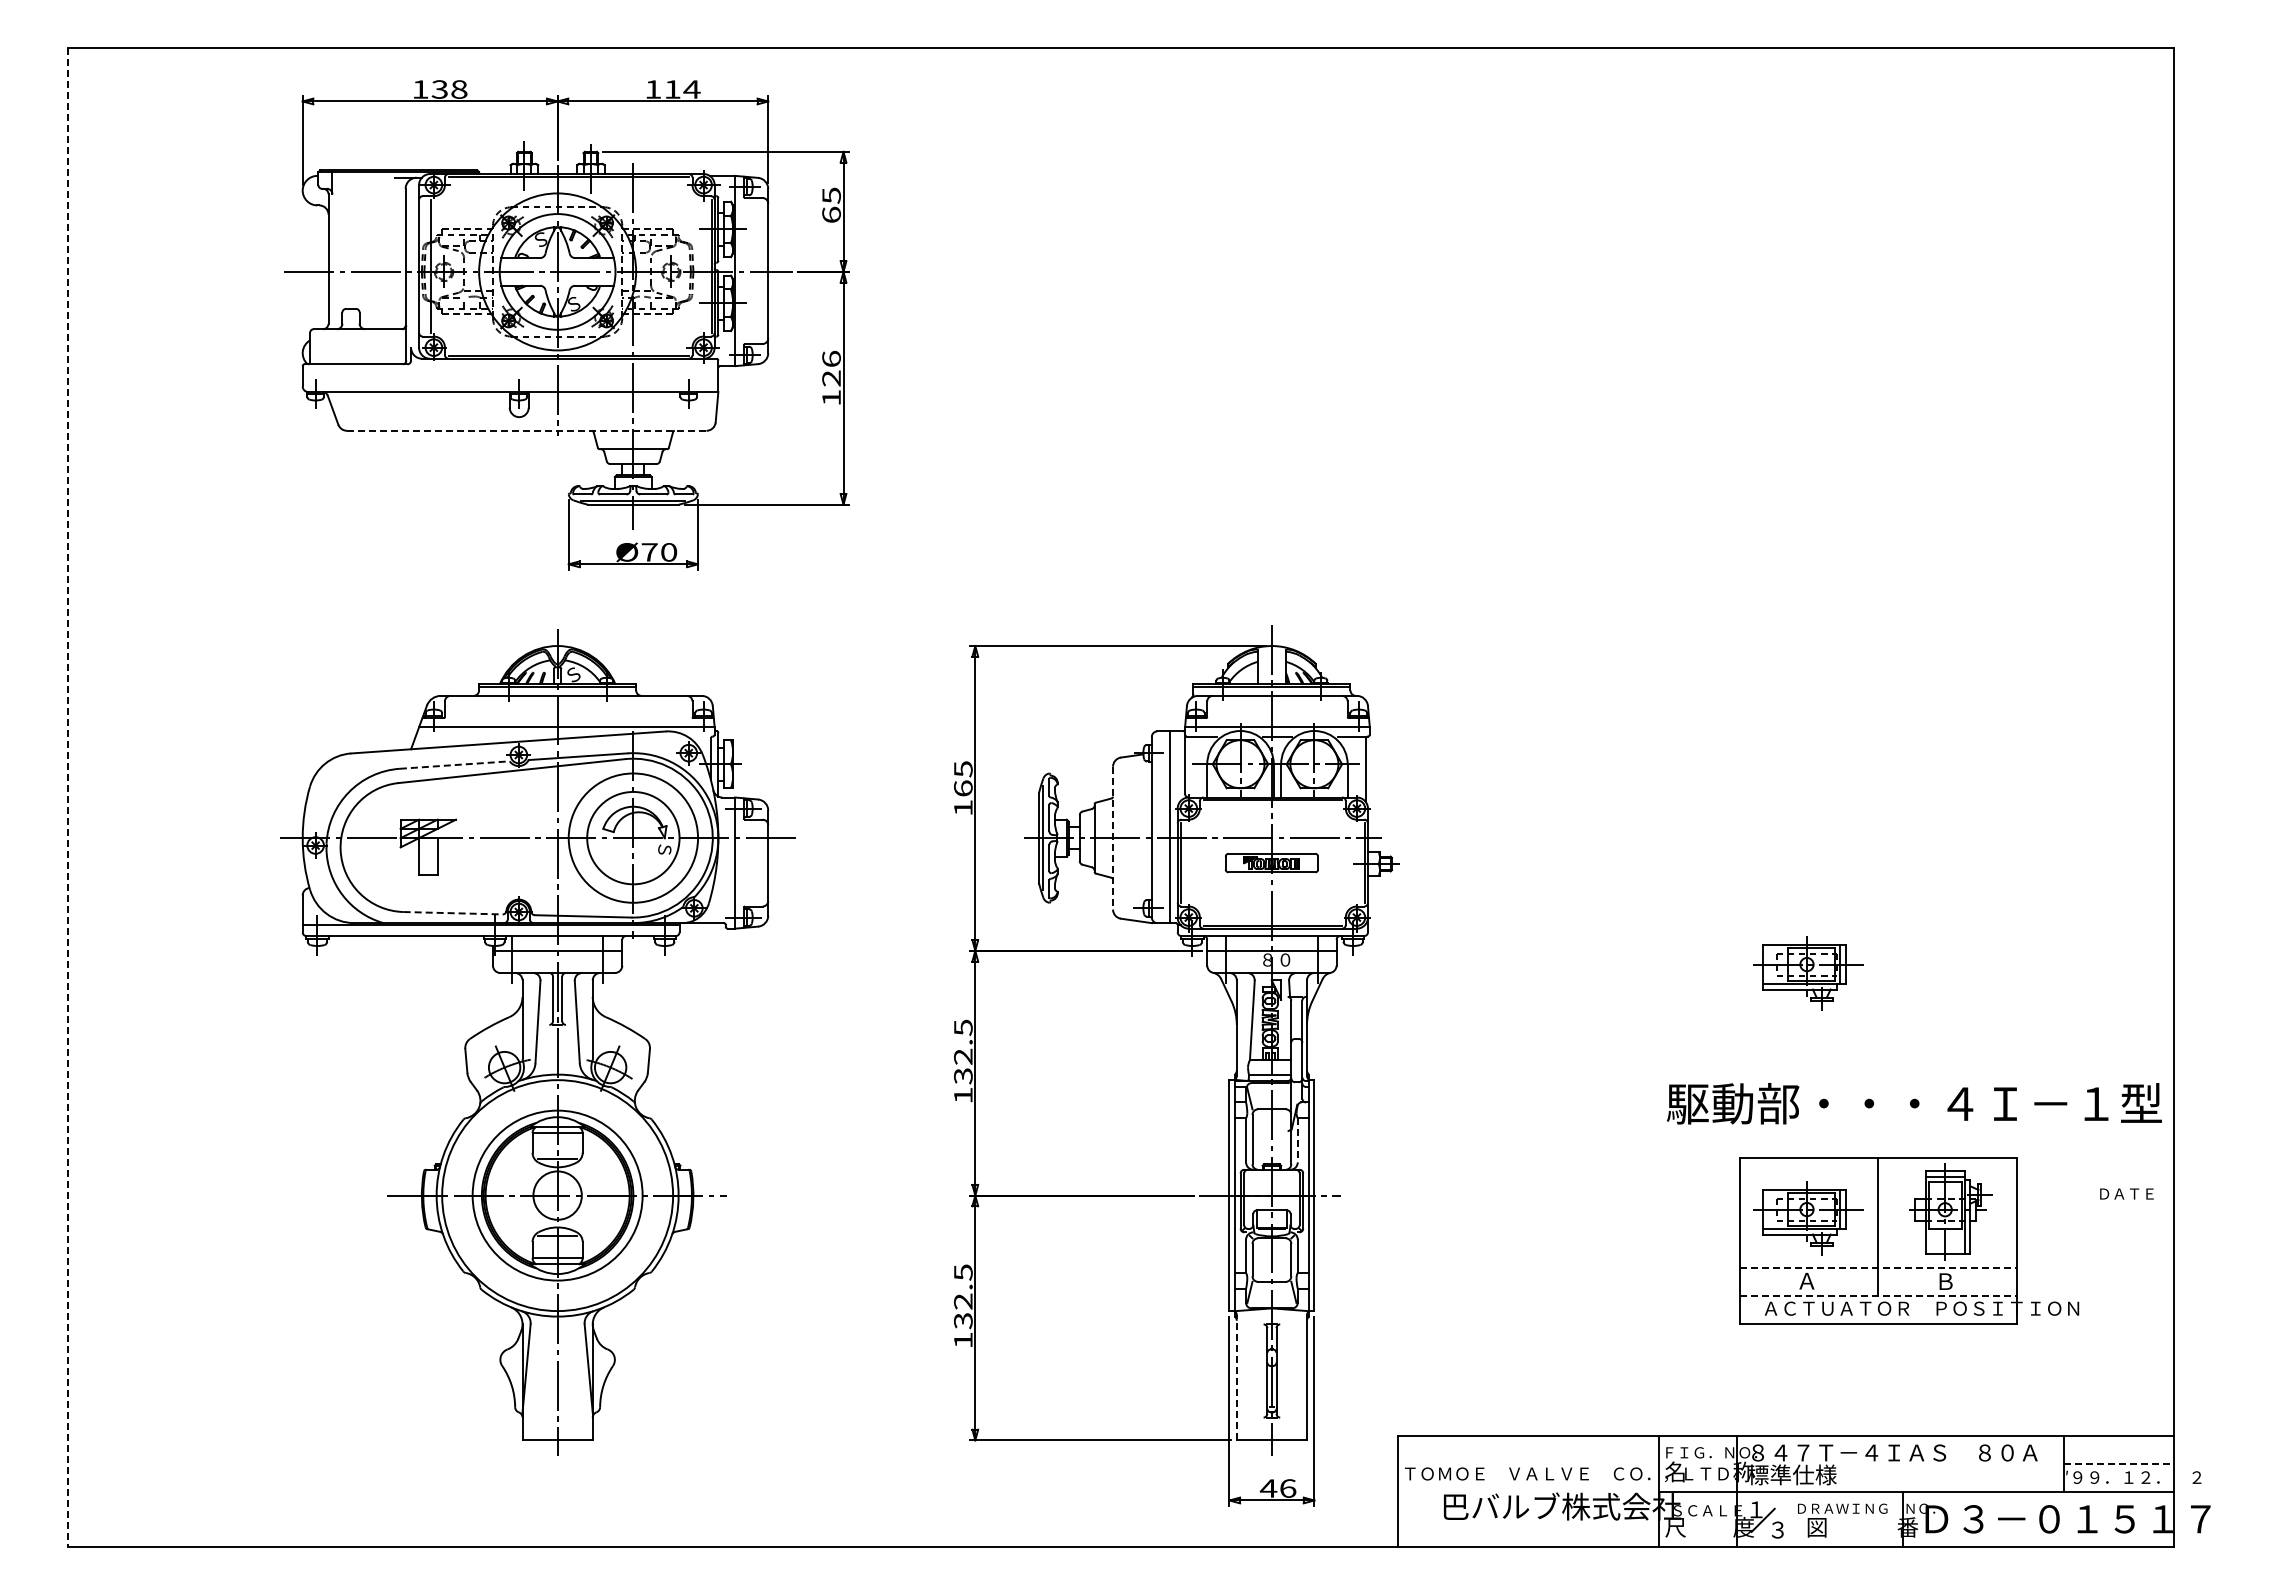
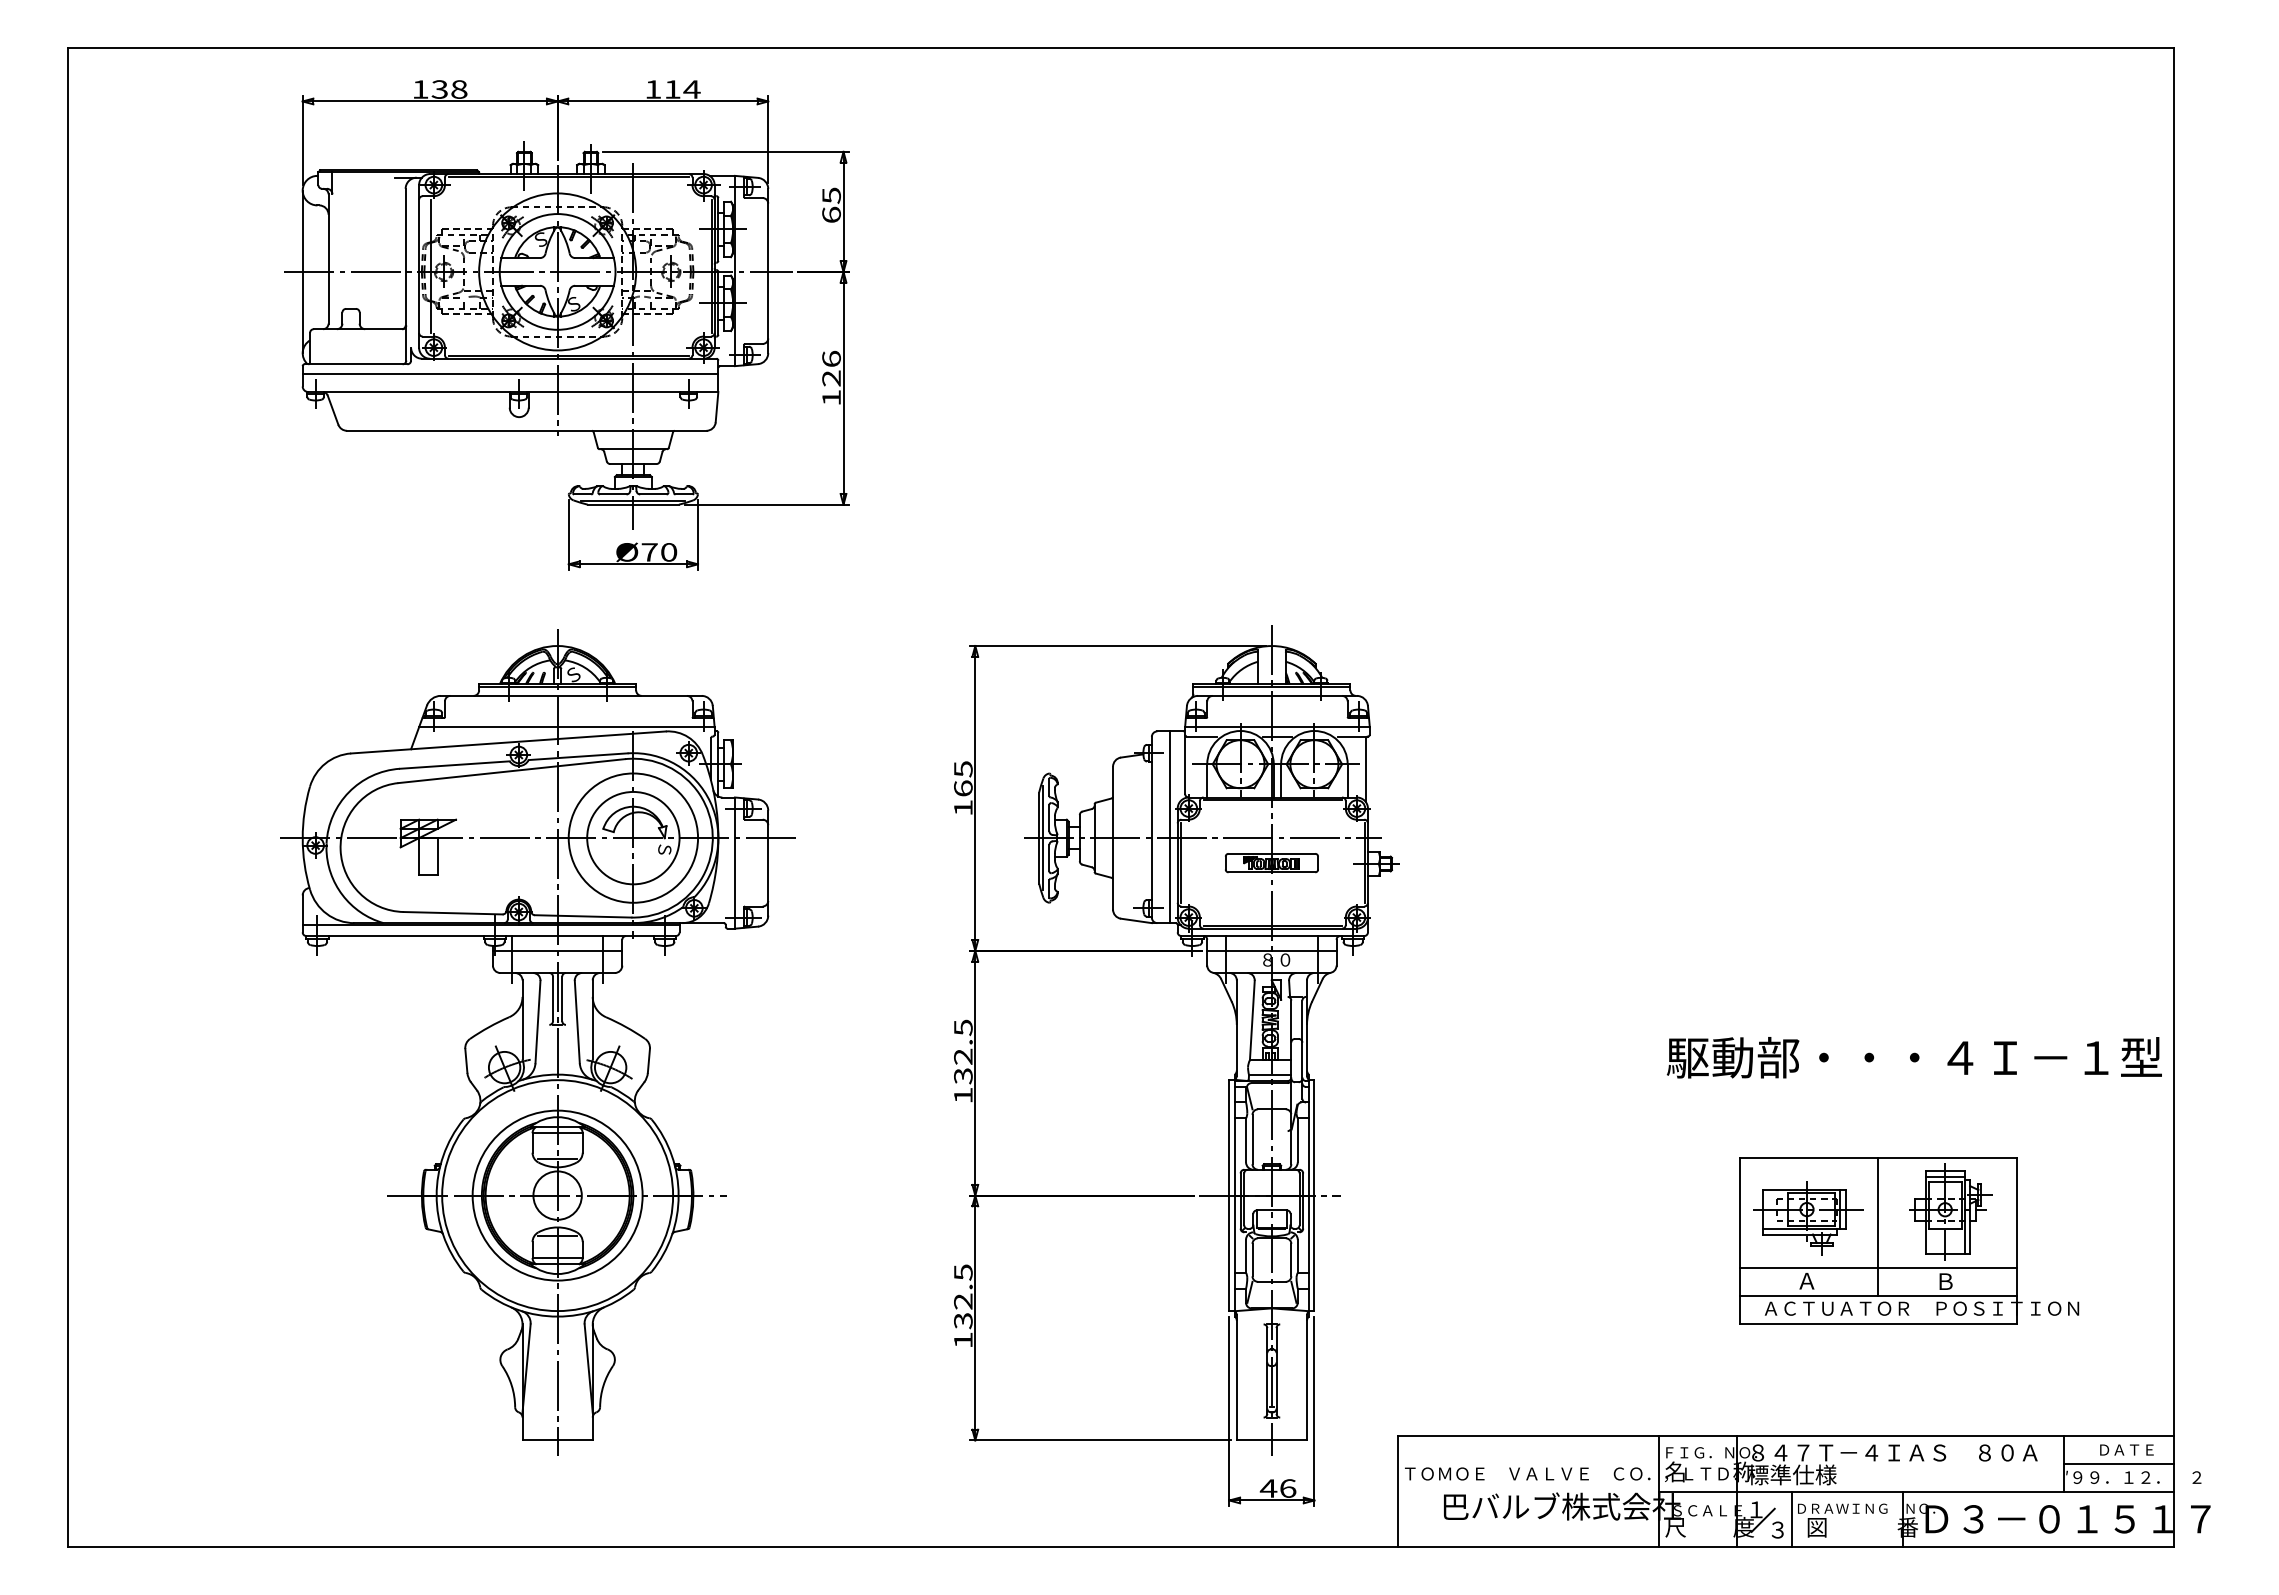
line at (302, 271): none -> present
line at (510, 373): none -> present
line at (526, 430): dashed -> solid
line at (455, 765): dashed -> solid
line at (68, 797): dashed -> solid
line at (1113, 838): dashed -> solid
line at (453, 913): dashed -> solid
part at (1808, 973): present -> none
text at (1913, 1103) position: (1913, 1103) -> (1913, 1057)
line at (1297, 1140): dashed -> solid
text at (2126, 1193) position: (2126, 1193) -> (2126, 1449)
line at (1878, 1268): dashed -> solid
line at (1878, 1296): dashed -> solid
line at (1236, 1377): dashed -> solid
line at (2119, 1463): dashed -> solid
line at (1791, 1519): none -> present
